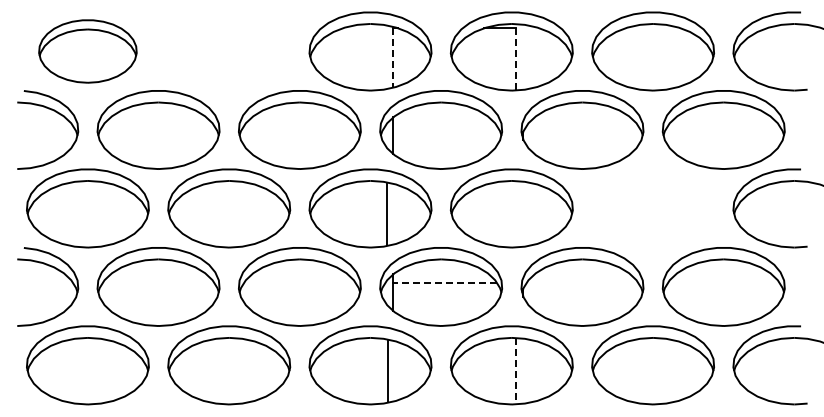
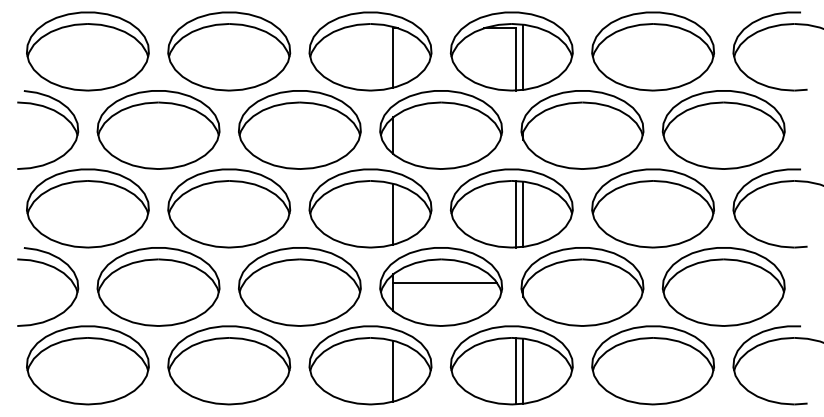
part at (87, 51) size: 100x65 px -> 124x81 px
part at (229, 51): none -> present
line at (523, 56): none -> present
line at (393, 57): dashed -> solid
line at (515, 59): dashed -> solid
part at (652, 208): none -> present
line at (387, 213) position: (387, 213) -> (393, 213)
line at (523, 213): none -> present
line at (515, 214): none -> present
line at (444, 283): dashed -> solid
line at (388, 370) position: (388, 370) -> (393, 370)
line at (523, 370): none -> present
line at (515, 371): dashed -> solid
